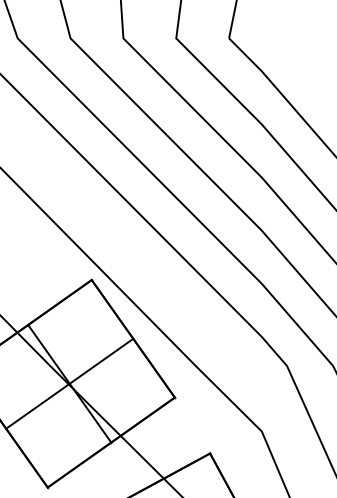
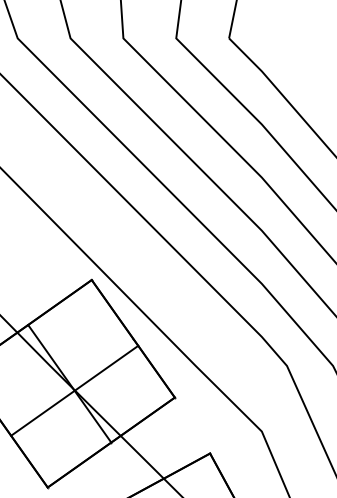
line at (69, 383) position: (69, 383) -> (74, 390)
